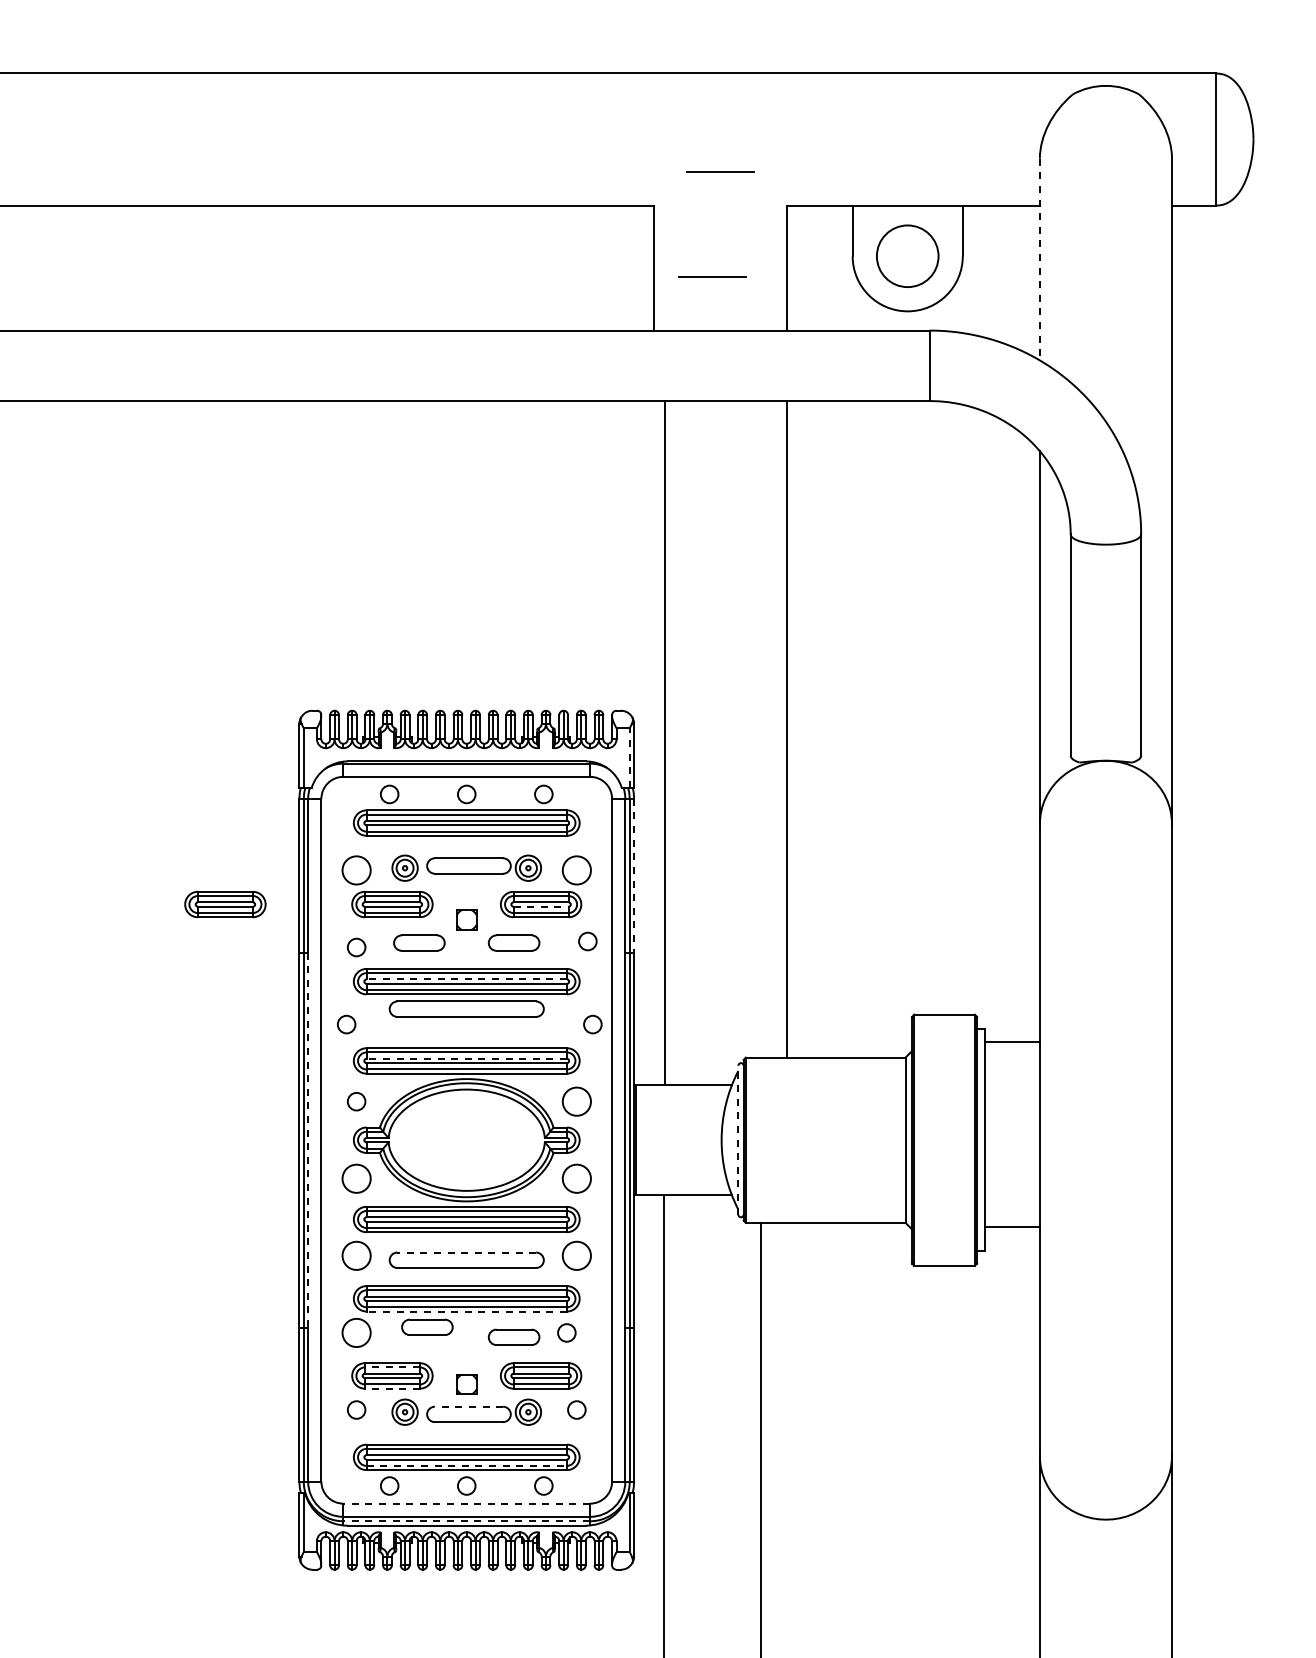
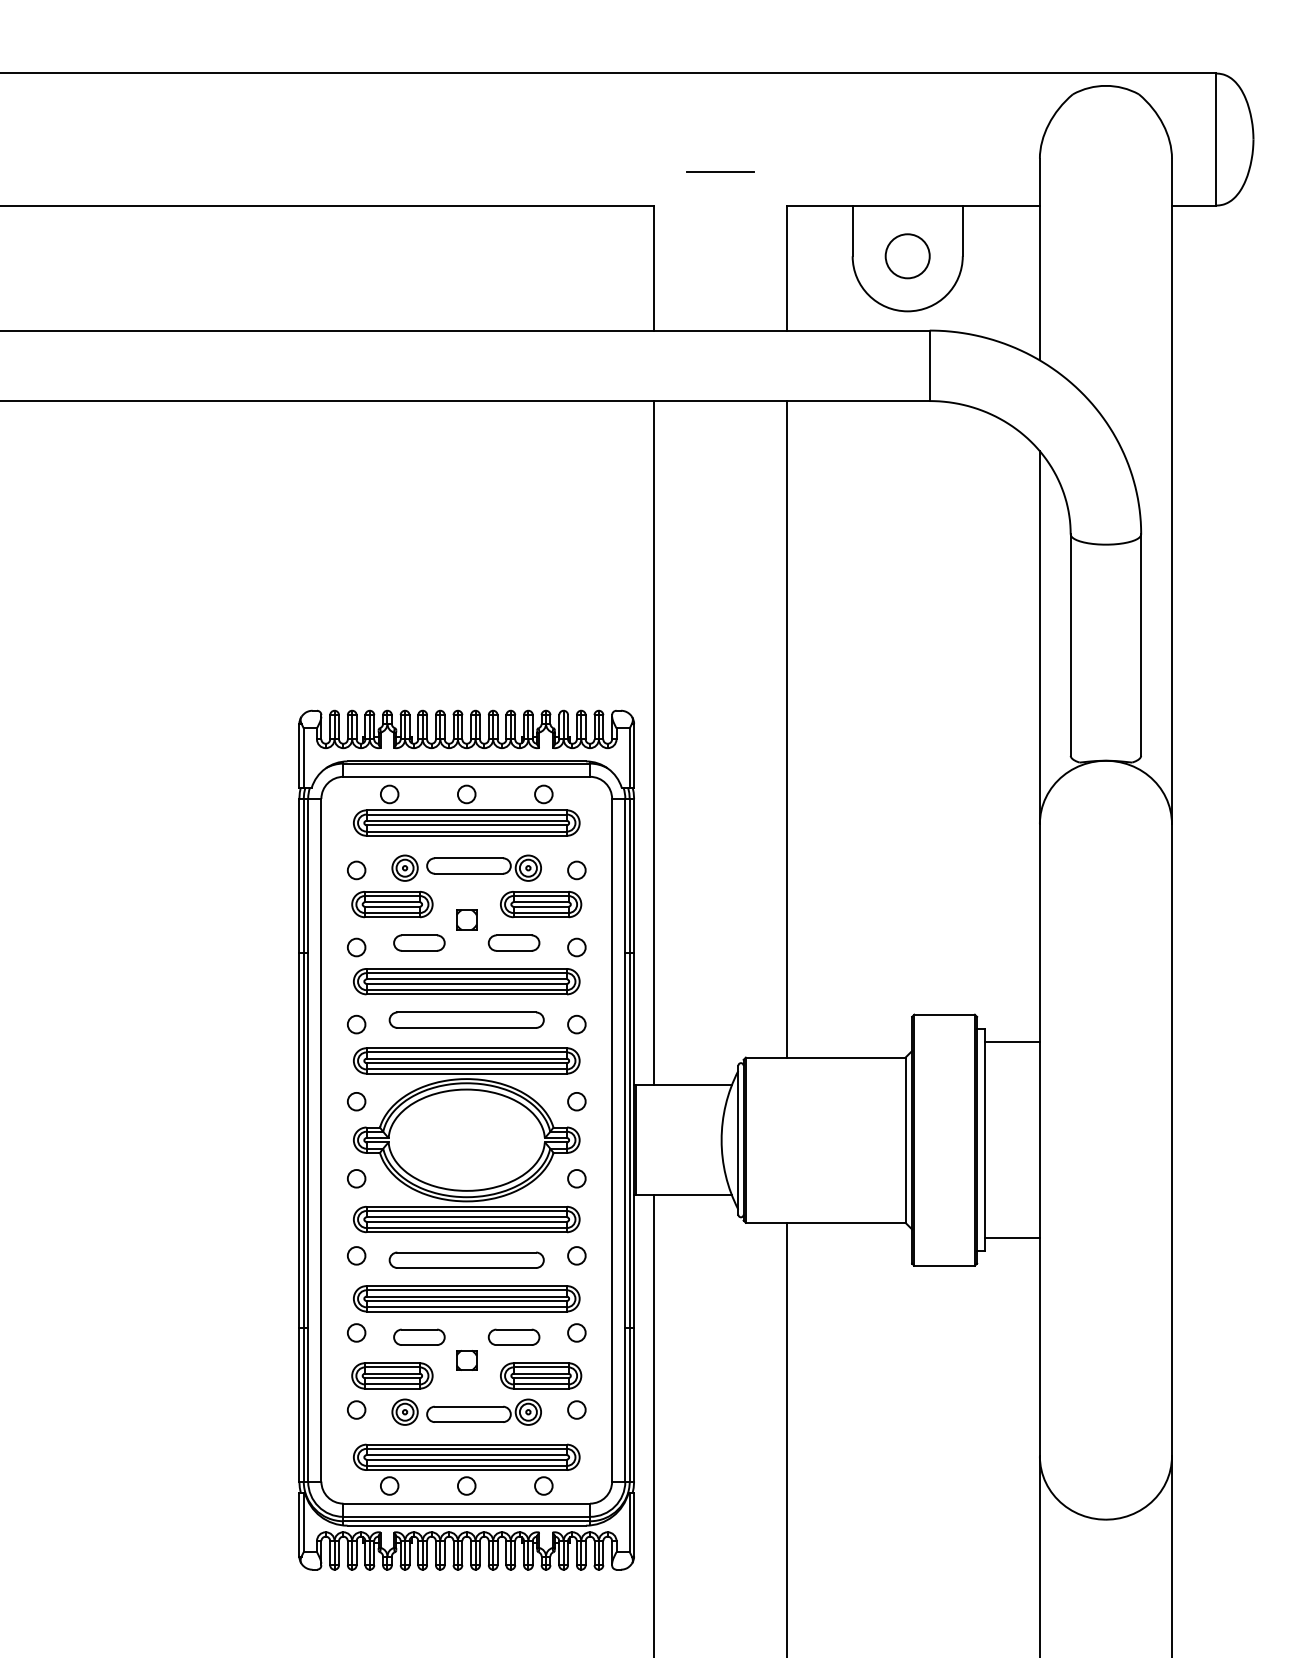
circle at (907, 256) diameter: 62 px -> 44 px
line at (1039, 259): dashed -> solid
line at (712, 276): present -> none
line at (665, 743) position: (665, 743) -> (654, 743)
line at (629, 758): dashed -> solid
circle at (356, 870) diameter: 28 px -> 18 px
circle at (576, 870) diameter: 28 px -> 18 px
line at (634, 875): dashed -> solid
part at (225, 904): present -> none
line at (541, 906): dashed -> solid
circle at (587, 941) position: (587, 941) -> (576, 947)
line at (466, 979): dashed -> solid
part at (466, 1008) position: (466, 1008) -> (466, 1019)
circle at (346, 1024) position: (346, 1024) -> (356, 1024)
circle at (592, 1024) position: (592, 1024) -> (576, 1024)
line at (466, 1058): dashed -> solid
circle at (576, 1101) diameter: 28 px -> 18 px
line at (738, 1139): dashed -> solid
line at (308, 1140): dashed -> solid
circle at (356, 1178) diameter: 28 px -> 18 px
circle at (576, 1178) diameter: 28 px -> 18 px
line at (1011, 1227) position: (1011, 1227) -> (1011, 1238)
line at (466, 1252): dashed -> solid
circle at (356, 1255) diameter: 28 px -> 18 px
circle at (576, 1255) diameter: 28 px -> 18 px
line at (466, 1311): dashed -> solid
part at (427, 1326) position: (427, 1326) -> (419, 1336)
circle at (356, 1332) diameter: 28 px -> 18 px
circle at (566, 1332) position: (566, 1332) -> (576, 1332)
line at (392, 1367): dashed -> solid
part at (466, 1384) position: (466, 1384) -> (466, 1360)
line at (392, 1388): dashed -> solid
line at (468, 1406): dashed -> solid
line at (664, 1424) position: (664, 1424) -> (654, 1424)
line at (760, 1438) position: (760, 1438) -> (786, 1438)
line at (467, 1465): dashed -> solid
line at (466, 1503): dashed -> solid
line at (466, 1521): dashed -> solid
